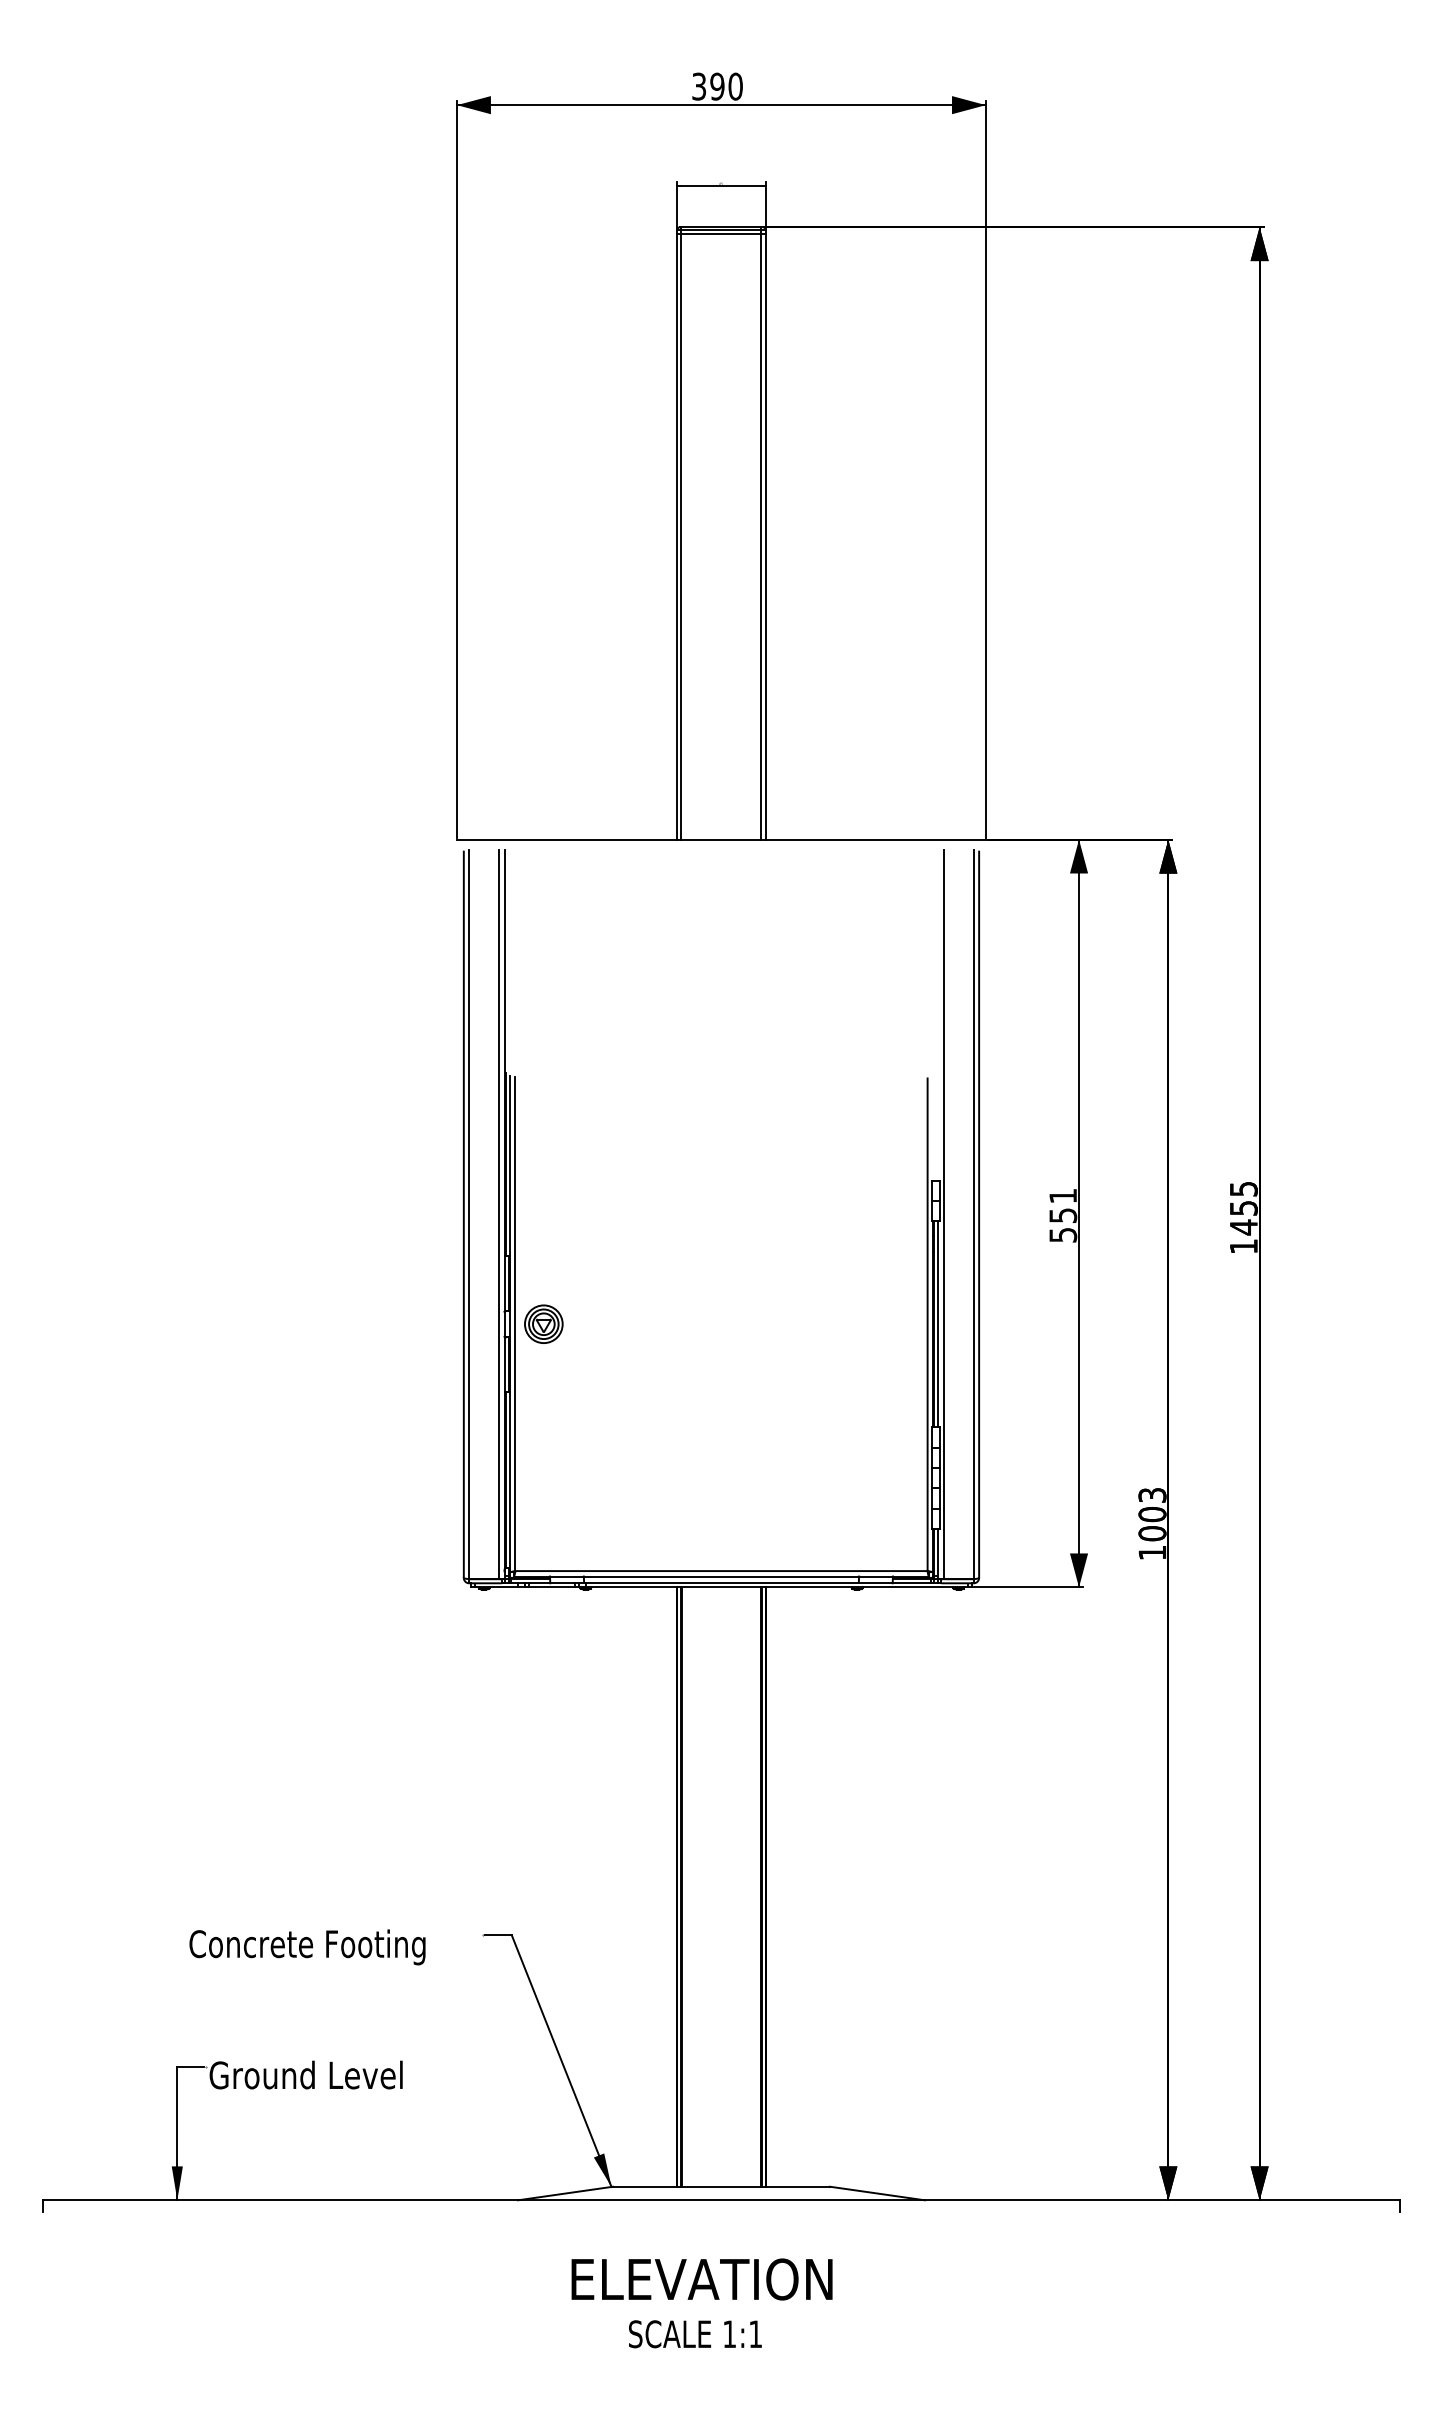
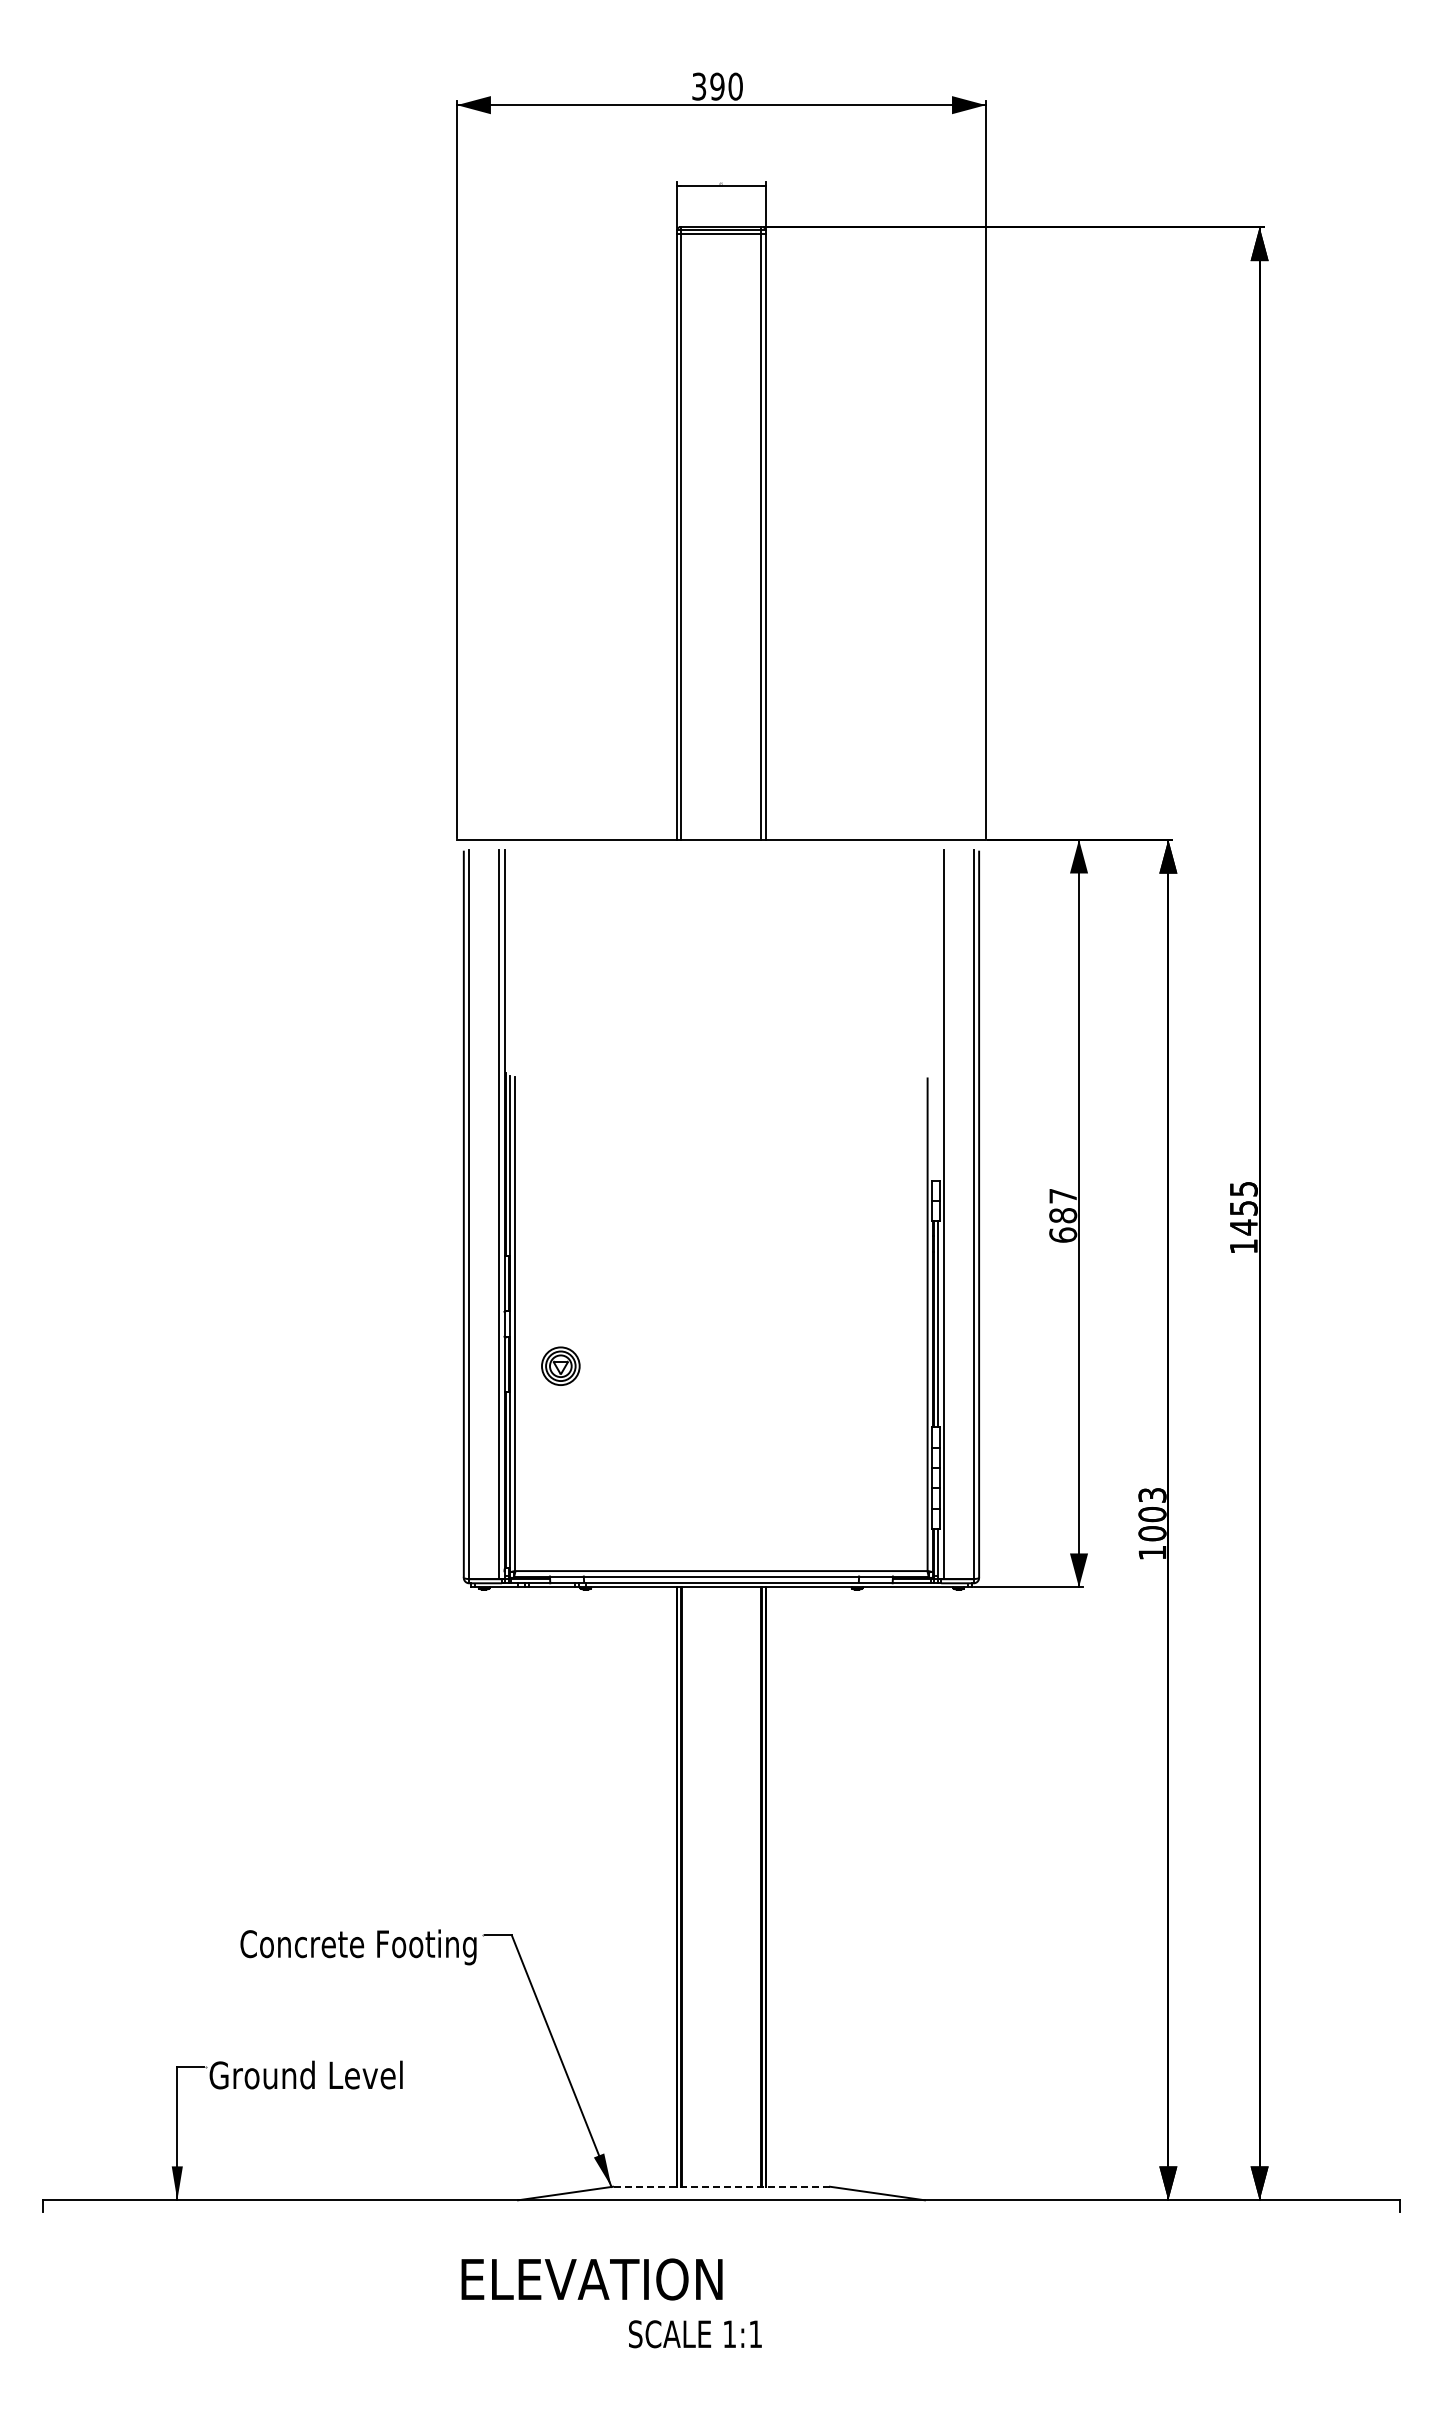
text at (1063, 1215): 551 -> 687
part at (543, 1323) position: (543, 1323) -> (560, 1365)
text at (307, 1947) position: (307, 1947) -> (358, 1947)
line at (721, 2186): solid -> dashed
text at (701, 2279) position: (701, 2279) -> (591, 2279)
